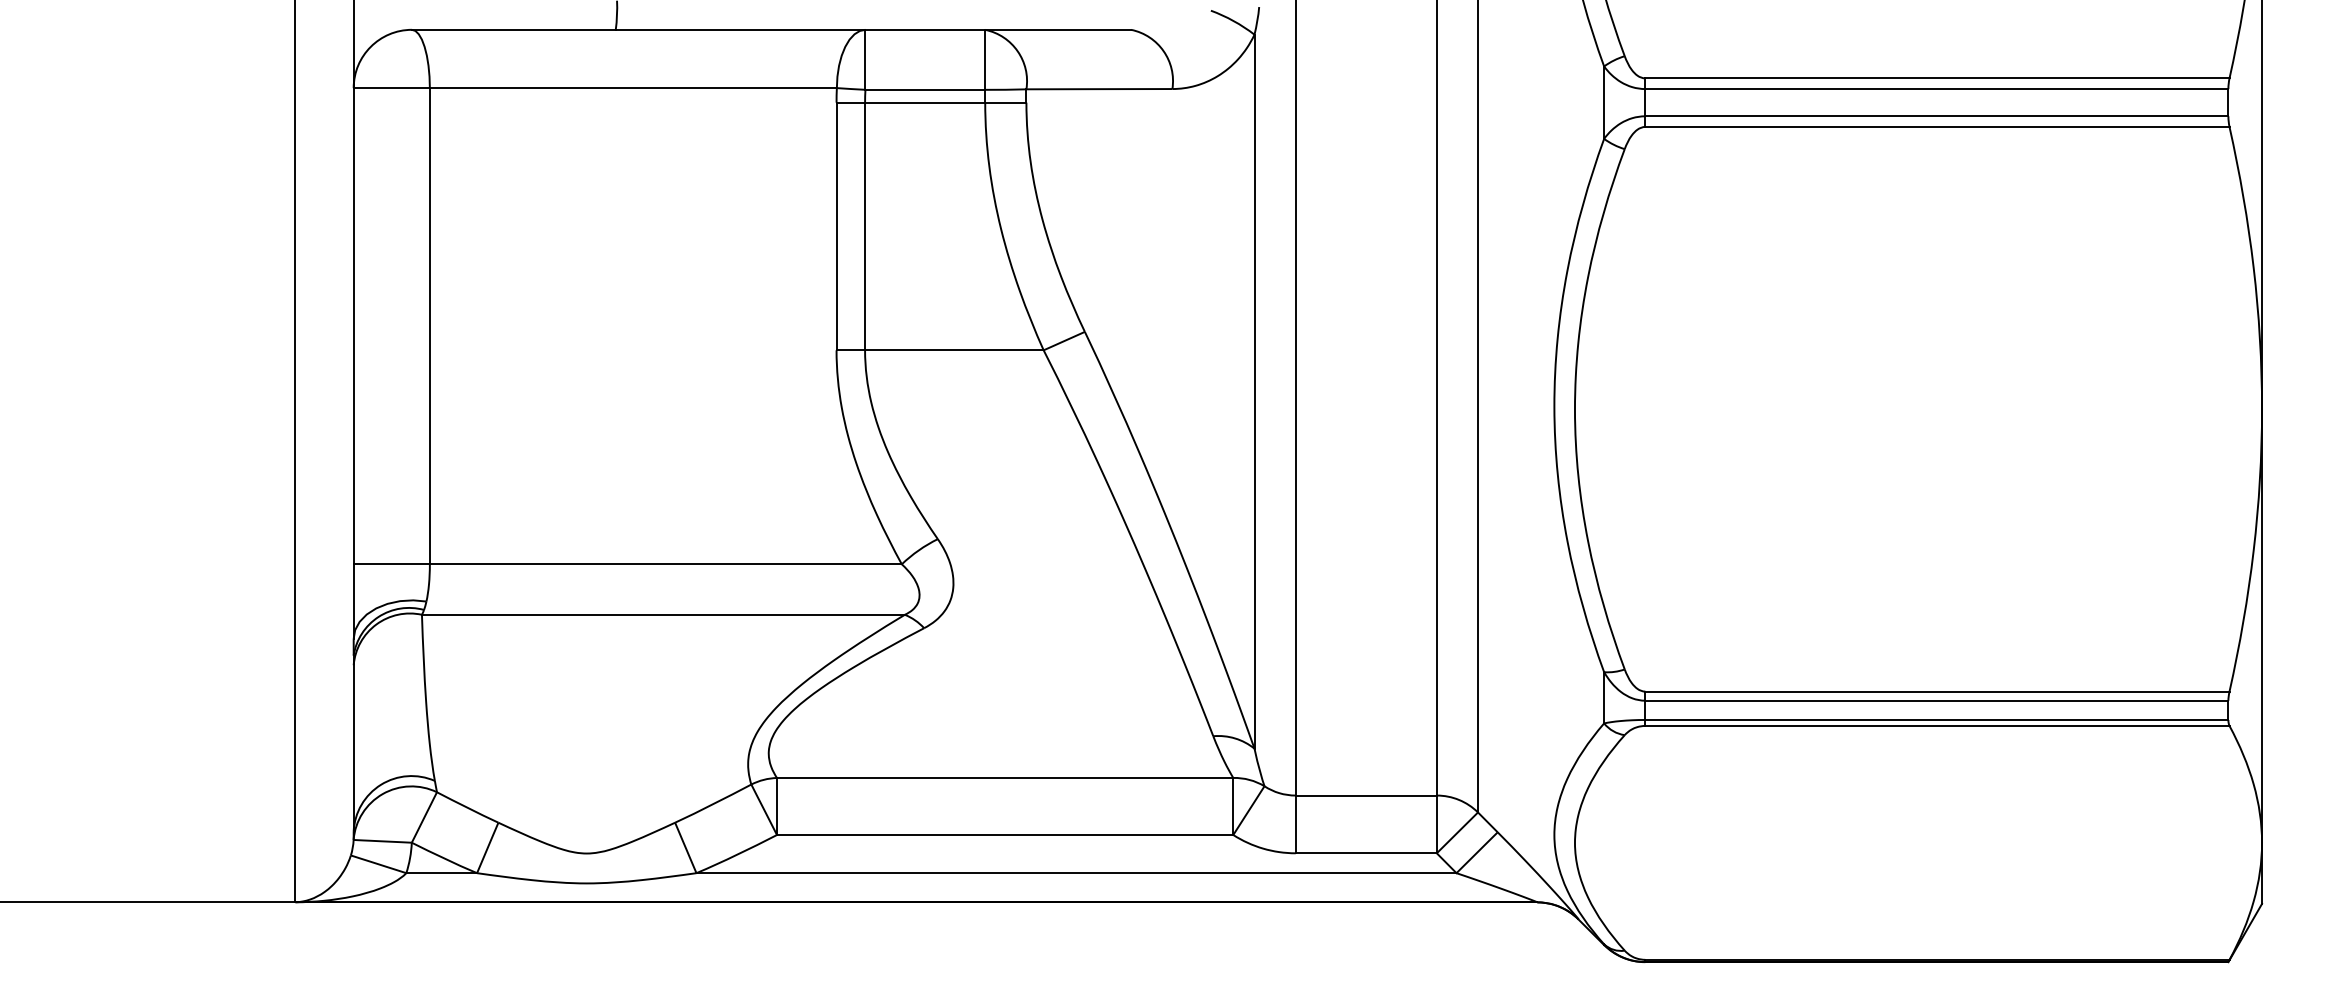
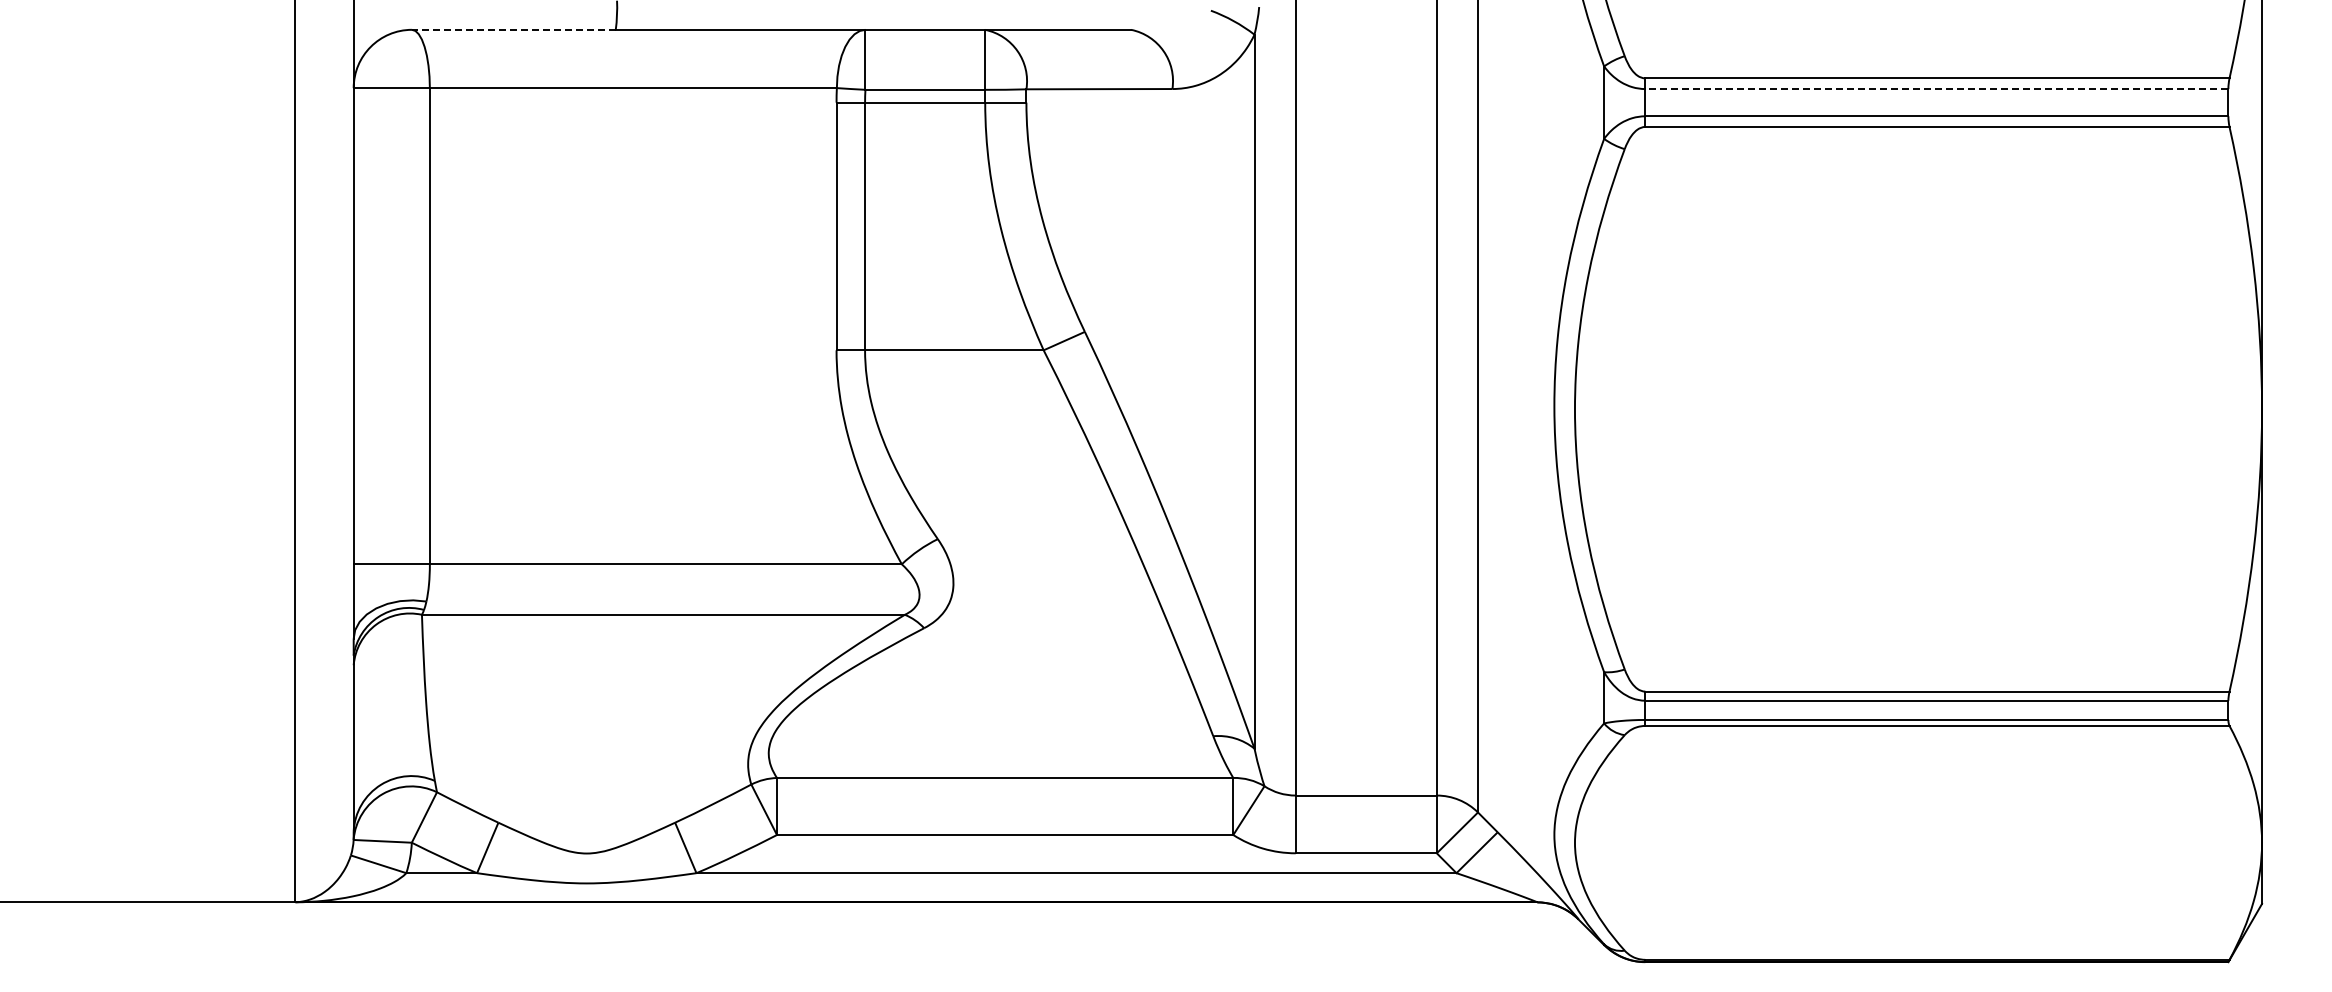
line at (513, 29): solid -> dashed
line at (1936, 89): solid -> dashed
